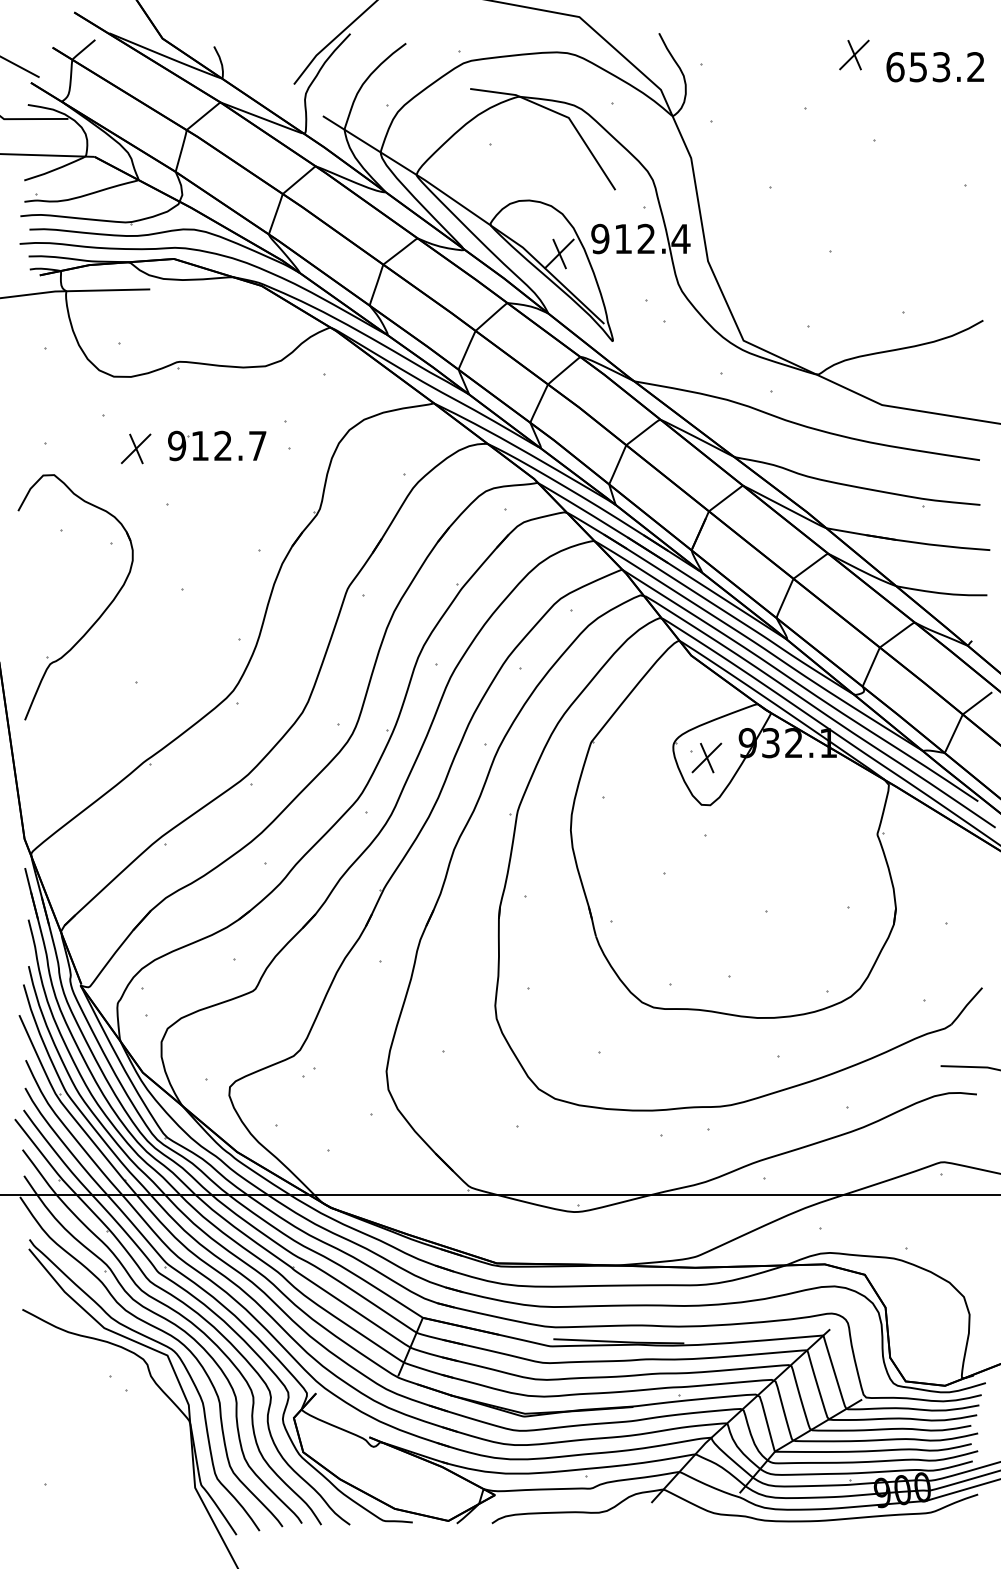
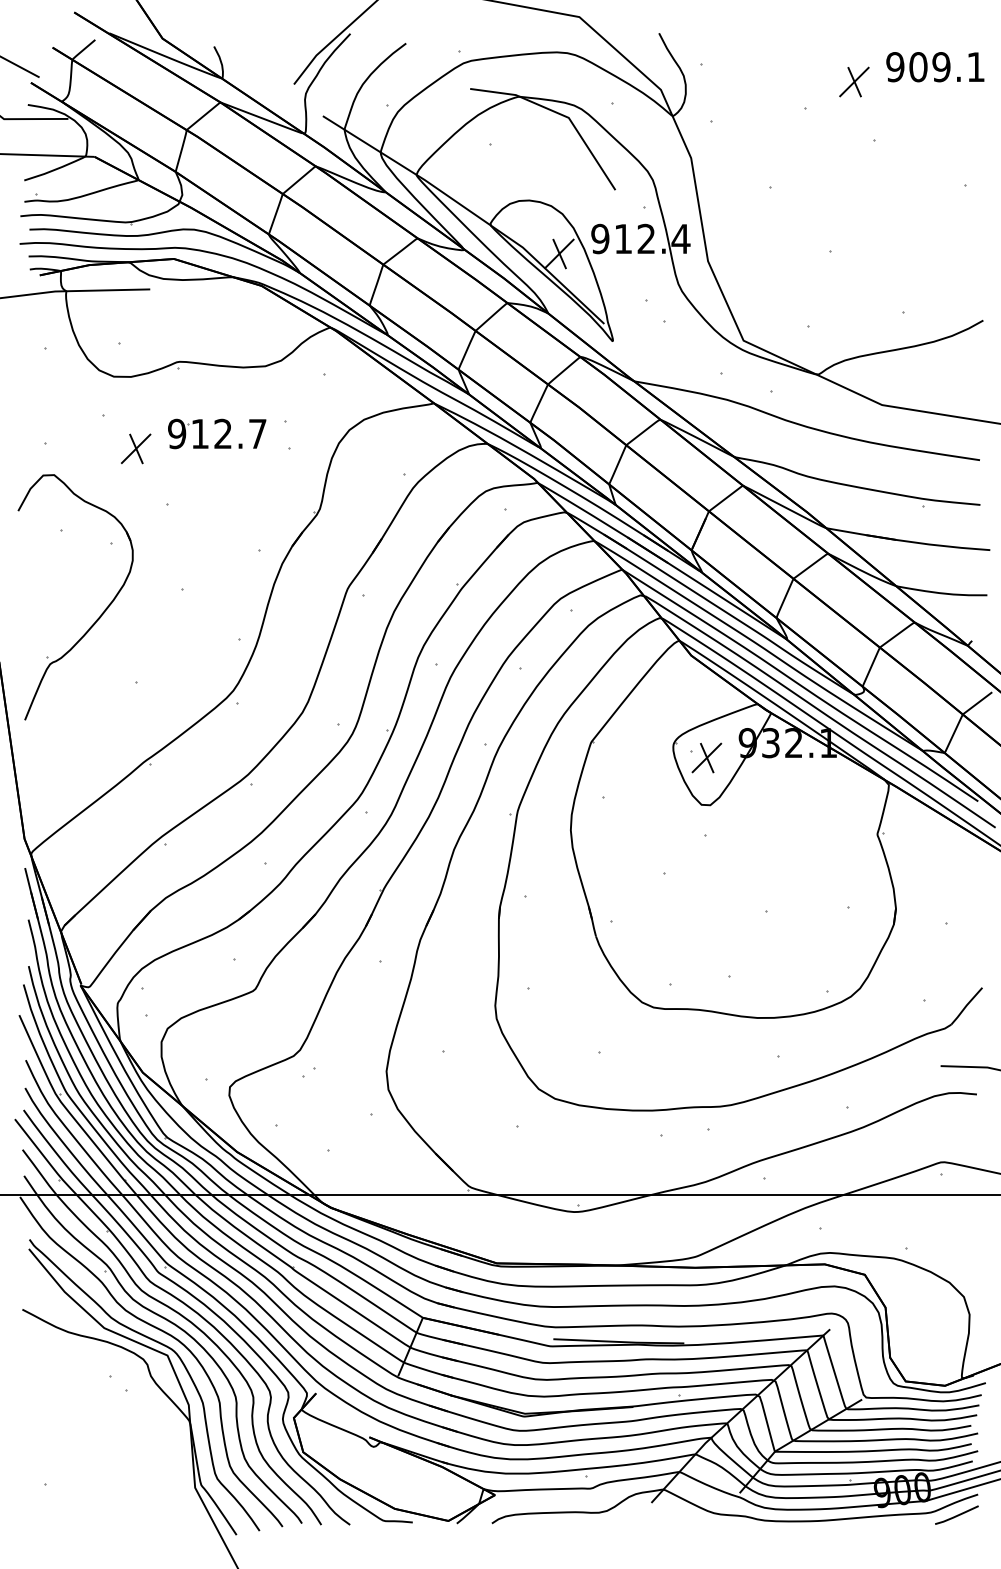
part at (854, 54) position: (854, 54) -> (854, 81)
text at (935, 67): 653.2 -> 909.1
part at (217, 445) position: (217, 445) -> (217, 433)
line at (957, 1514): none -> present
